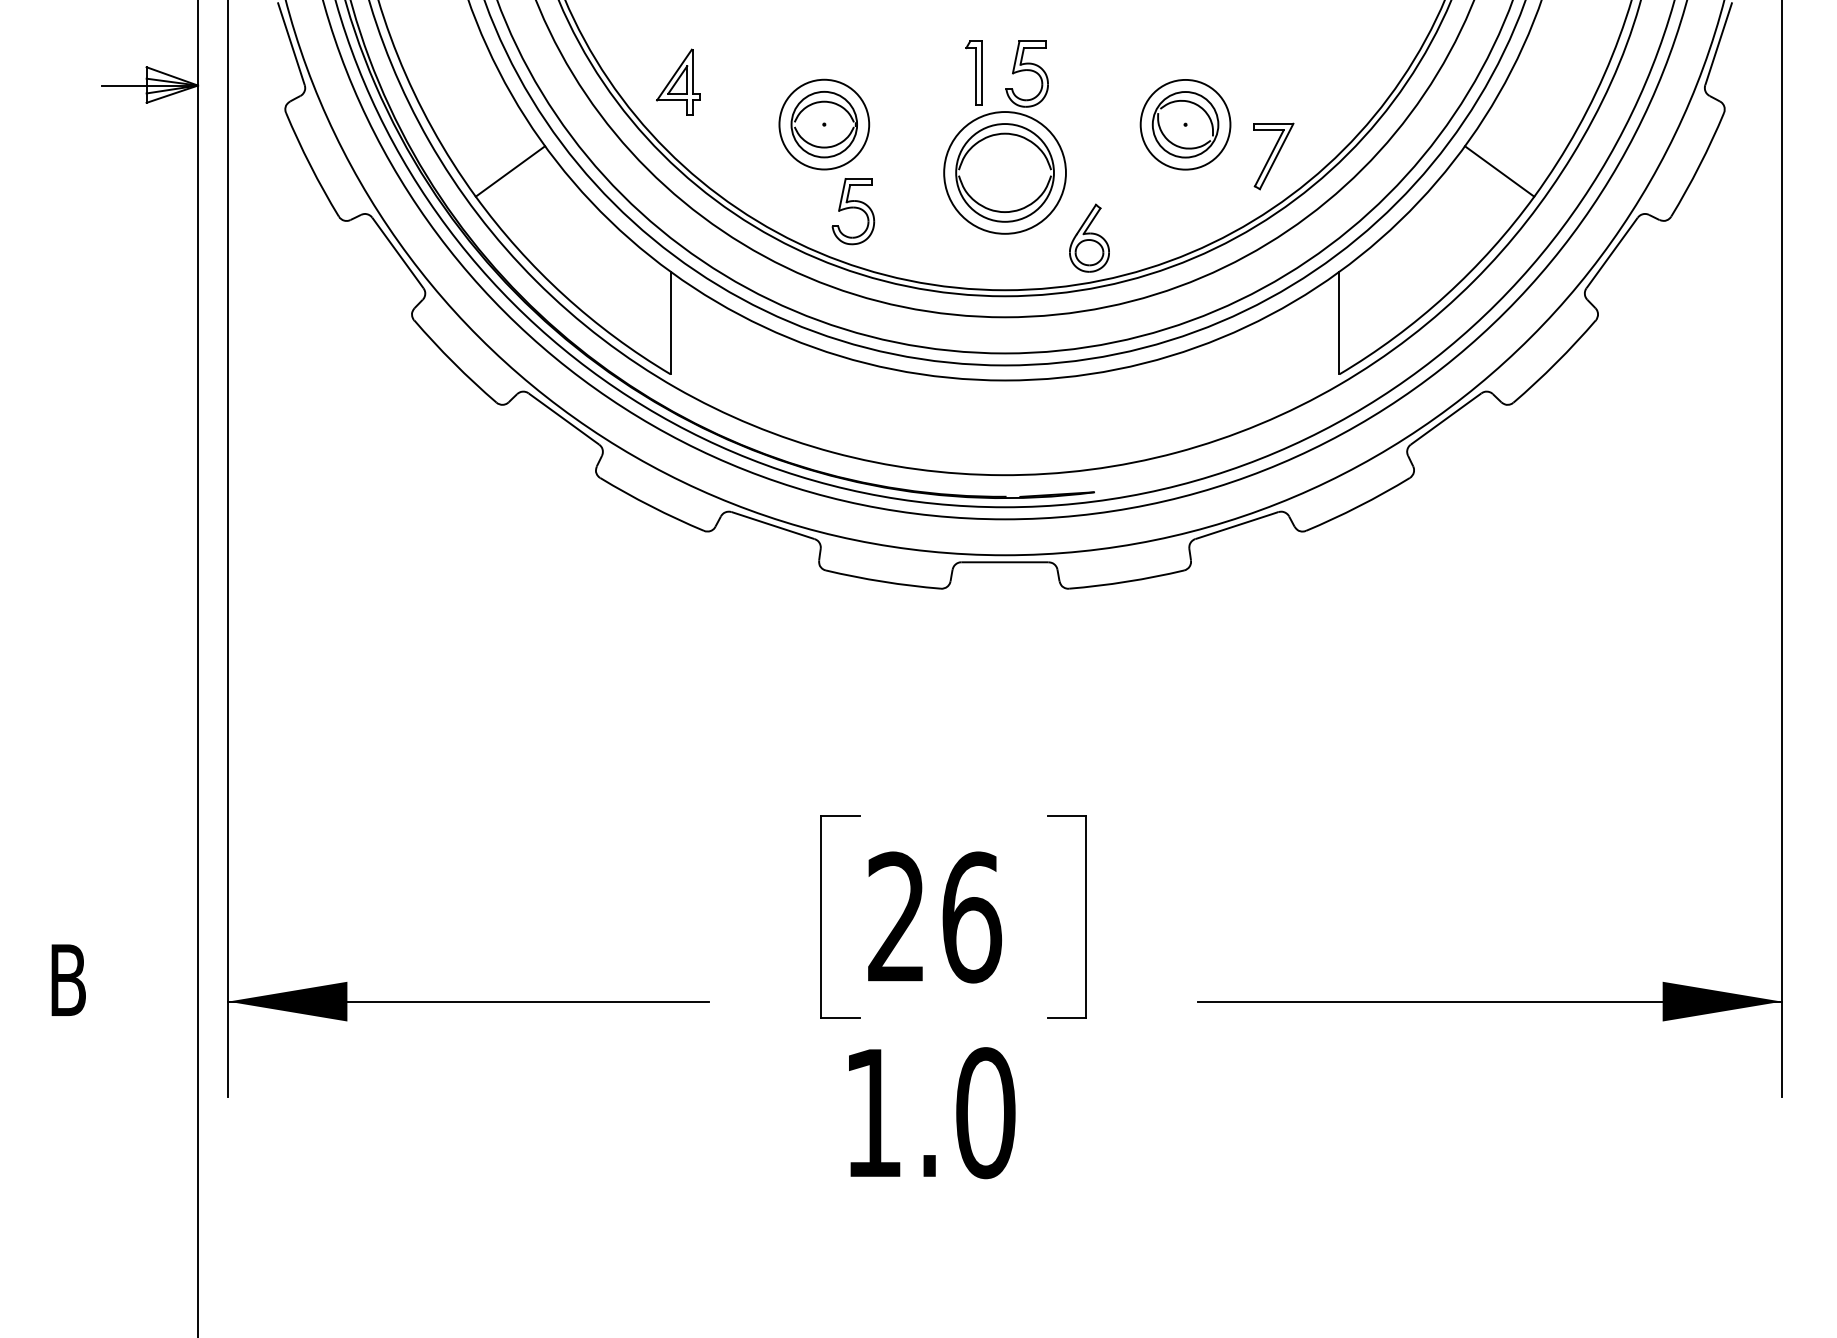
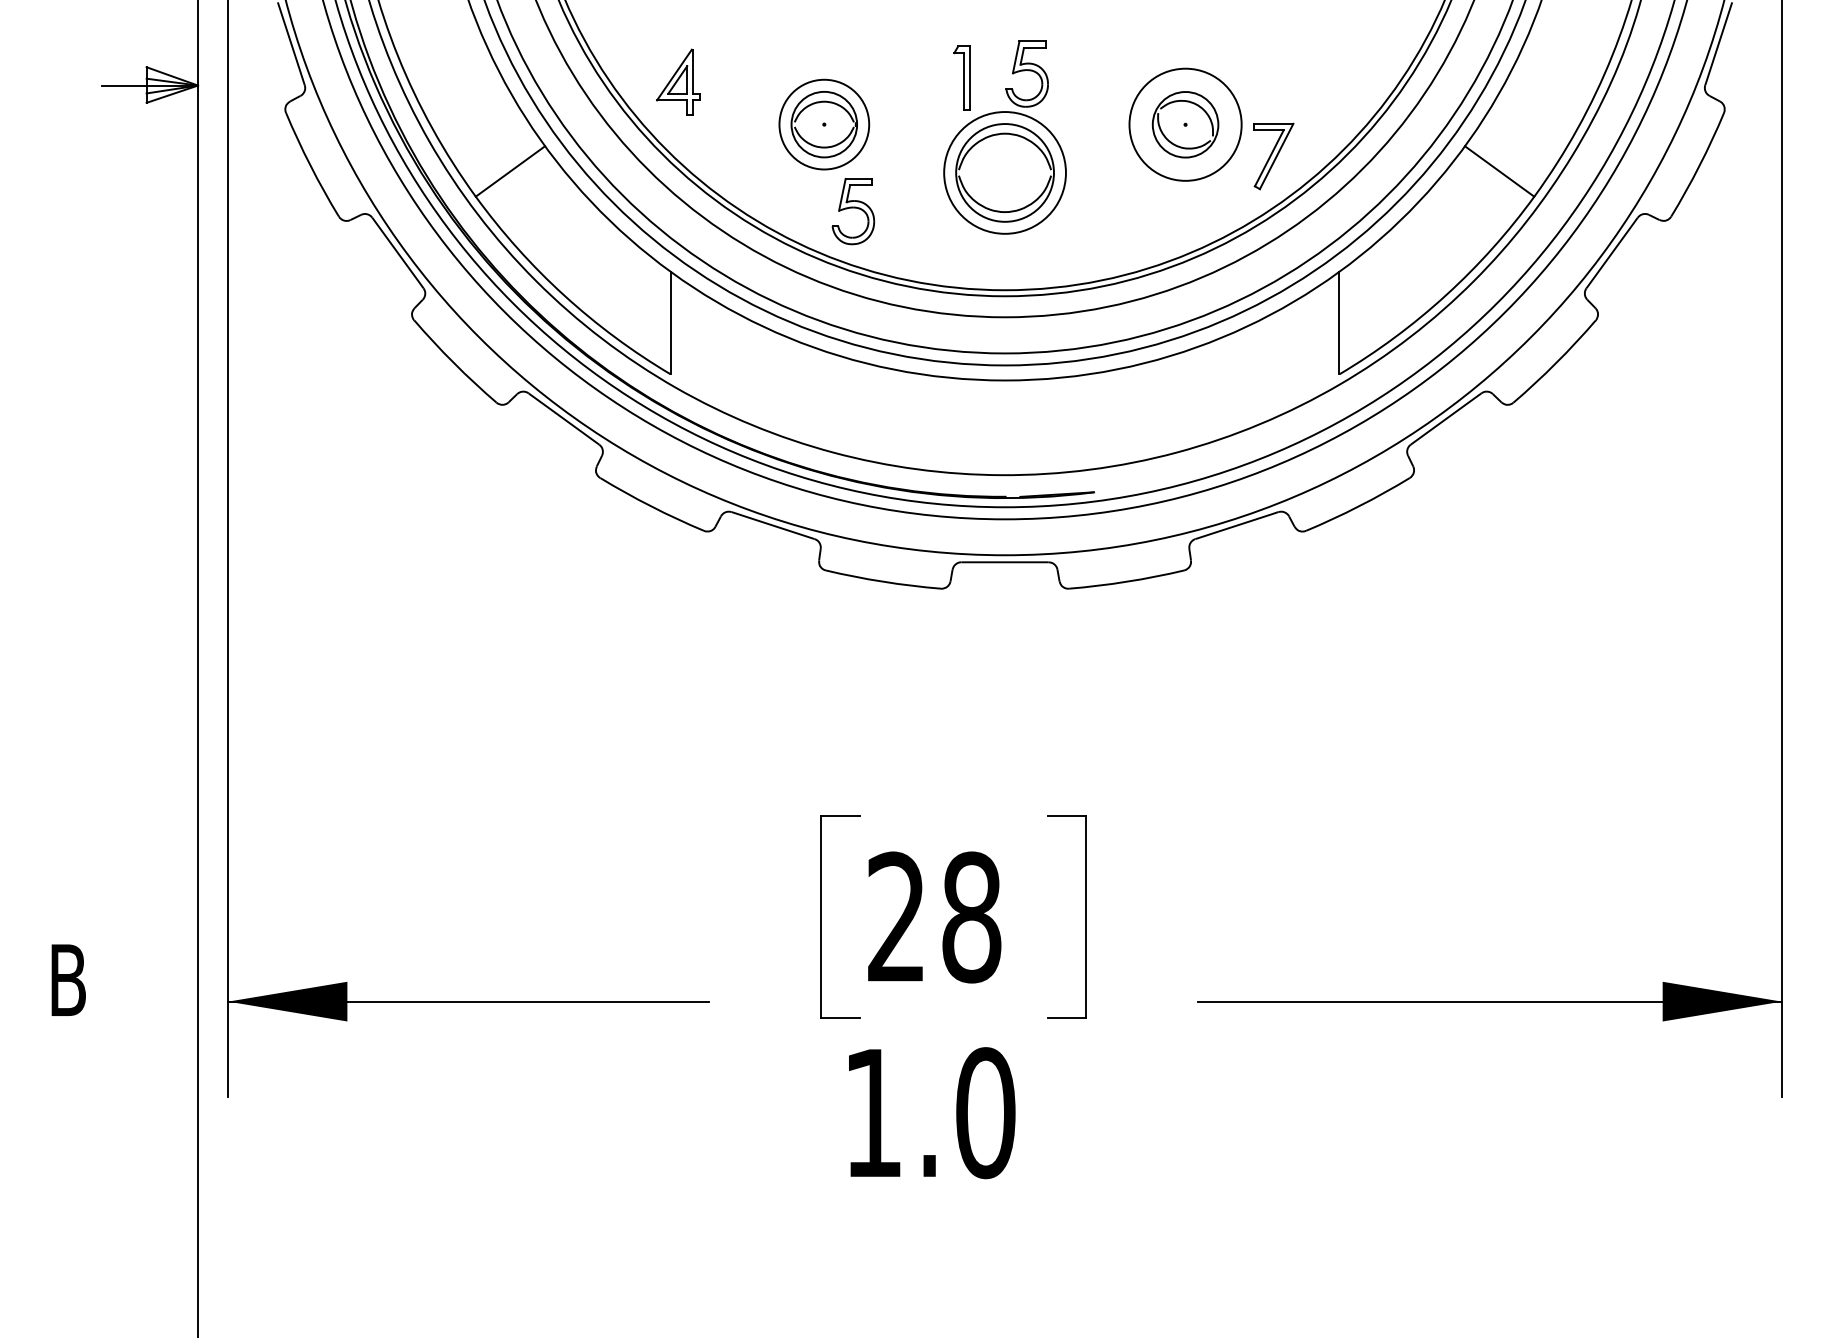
part at (973, 72) position: (973, 72) -> (961, 77)
circle at (1185, 124) diameter: 90 px -> 112 px
part at (1089, 237): present -> none
text at (972, 917): 26 -> 28
